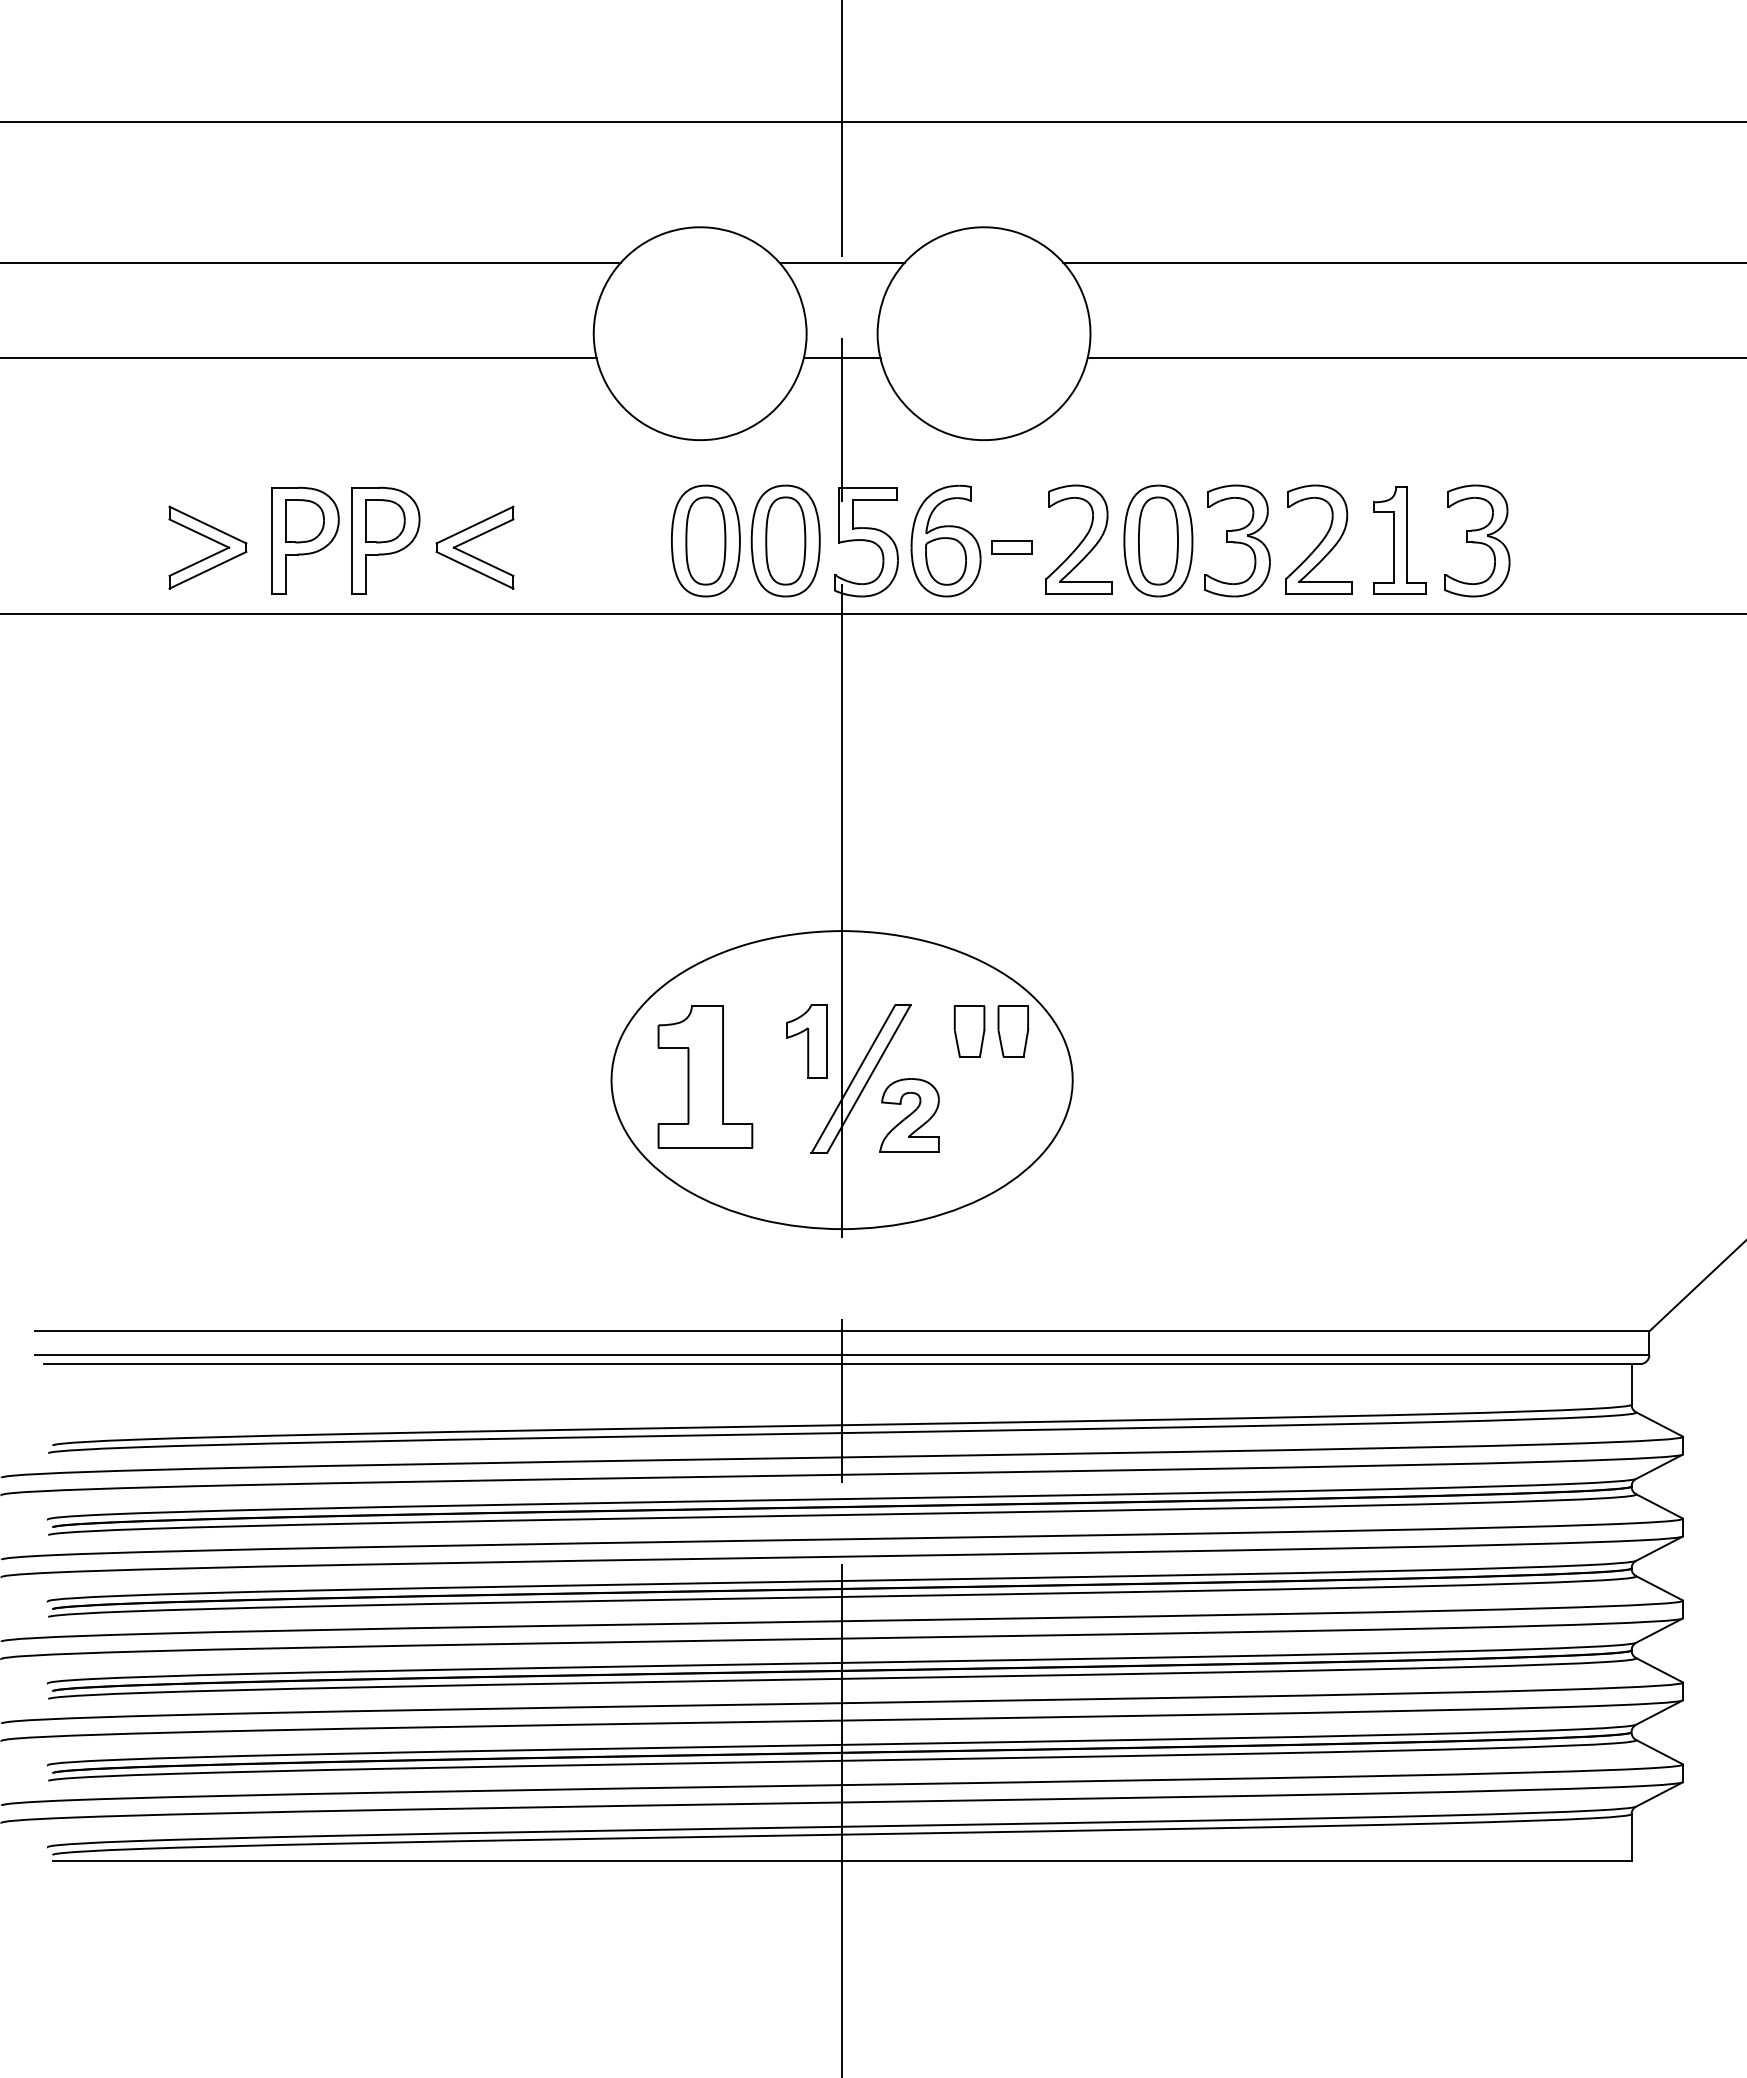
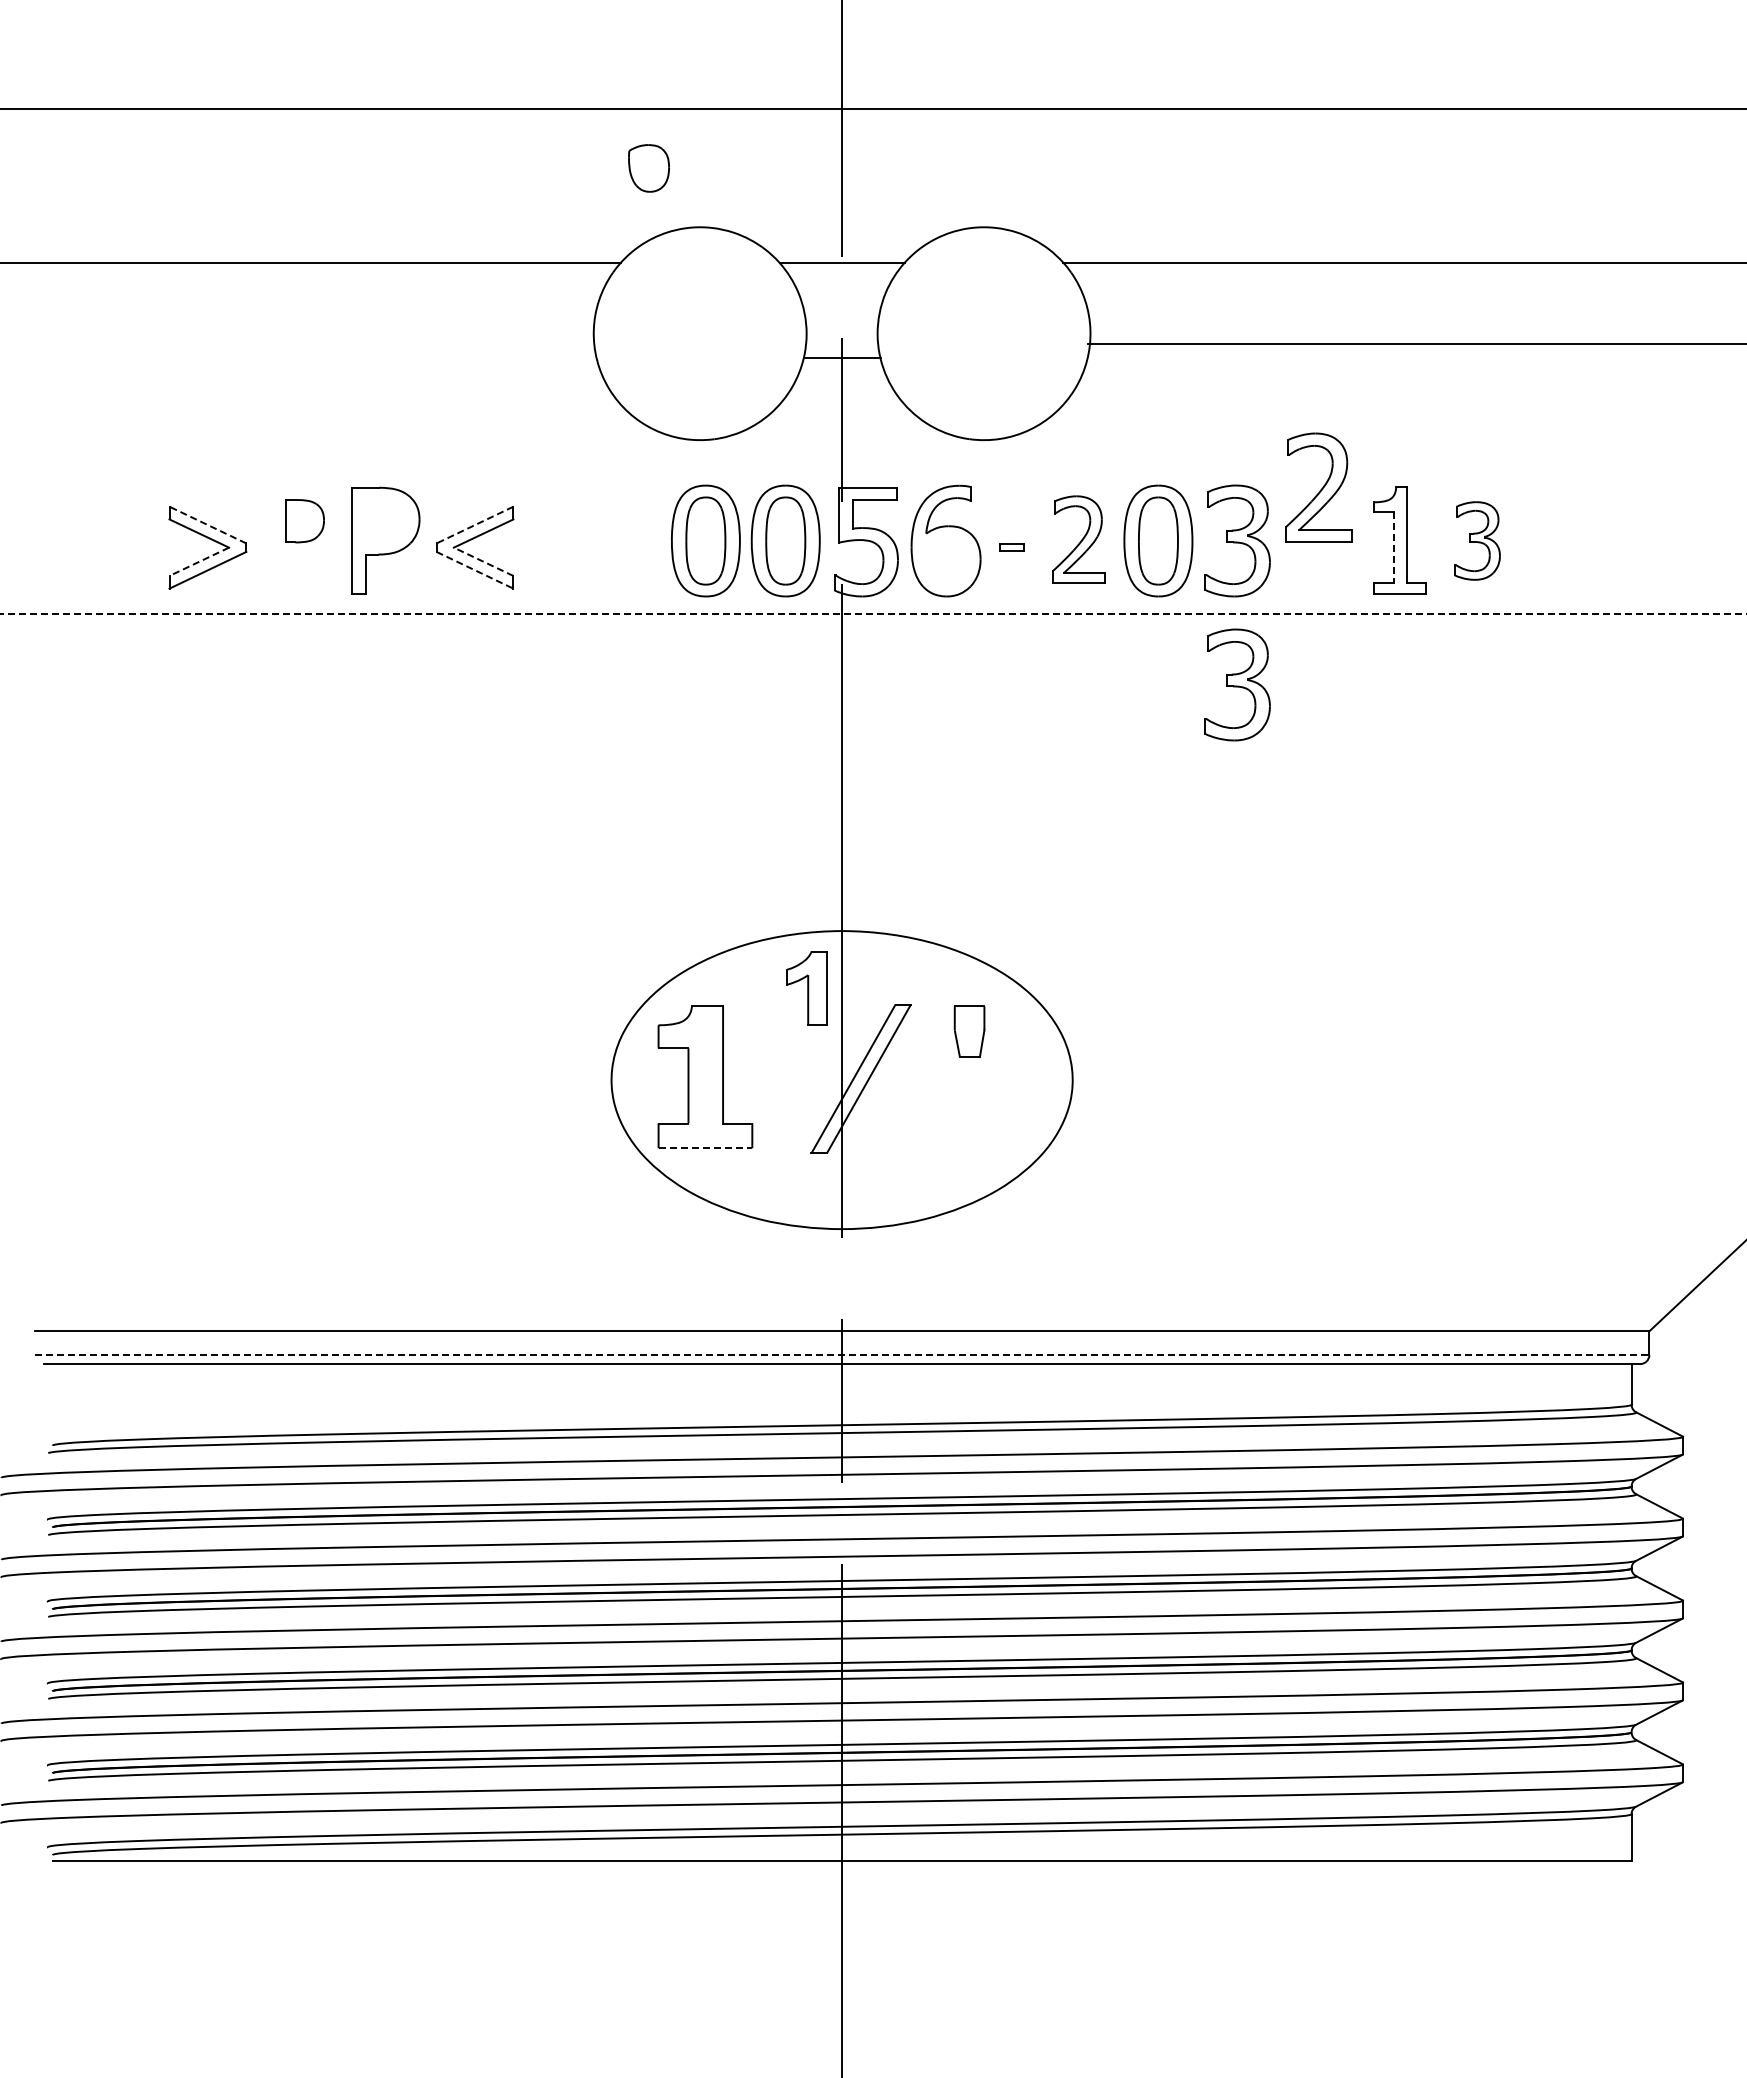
line at (872, 122) position: (872, 122) -> (872, 109)
line at (299, 358): present -> none
line at (1415, 358) position: (1415, 358) -> (1415, 344)
part at (385, 521): present -> none
line at (207, 525): solid -> dashed
line at (475, 525): solid -> dashed
part at (1078, 539) size: 68x111 px -> 54x89 px
part at (1318, 539) position: (1318, 539) -> (1318, 487)
part at (305, 540): present -> none
part at (1477, 540) size: 67x114 px -> 47x80 px
part at (1011, 547) size: 42x15 px -> 26x9 px
line at (1393, 547): solid -> dashed
line at (199, 561): solid -> dashed
line at (483, 561): solid -> dashed
part at (945, 561) position: (945, 561) -> (648, 168)
line at (475, 570): solid -> dashed
line at (873, 613): solid -> dashed
part at (1237, 684): none -> present
part at (1013, 1031): present -> none
part at (806, 1041) position: (806, 1041) -> (806, 988)
part at (909, 1115): present -> none
line at (705, 1148): solid -> dashed
line at (842, 1355): solid -> dashed
